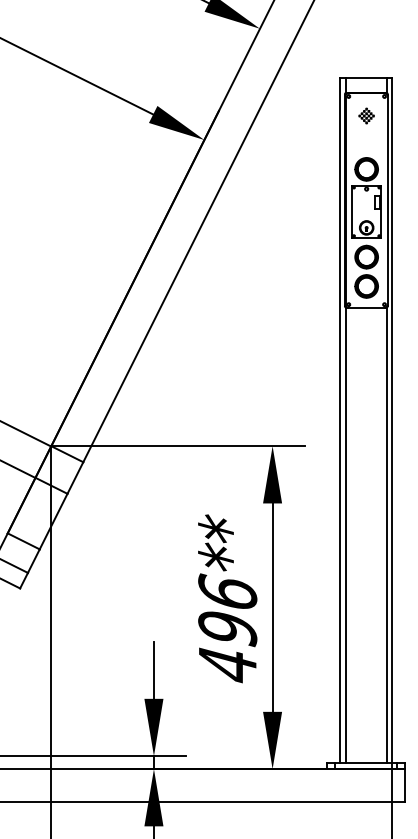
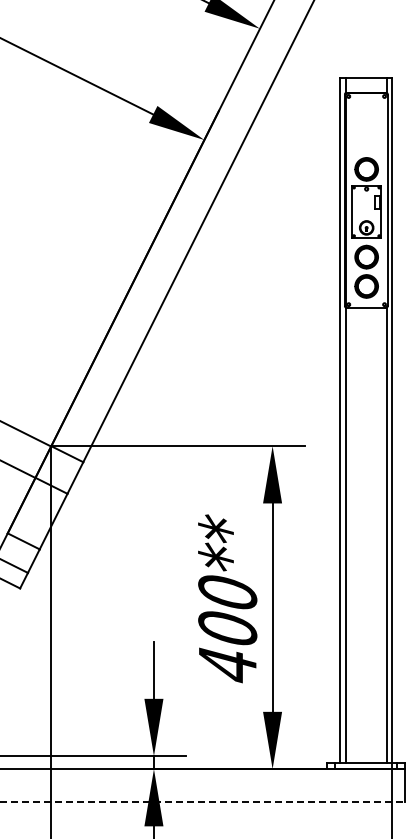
part at (366, 115): present -> none
text at (227, 610): 496** -> 400**
line at (203, 801): solid -> dashed
